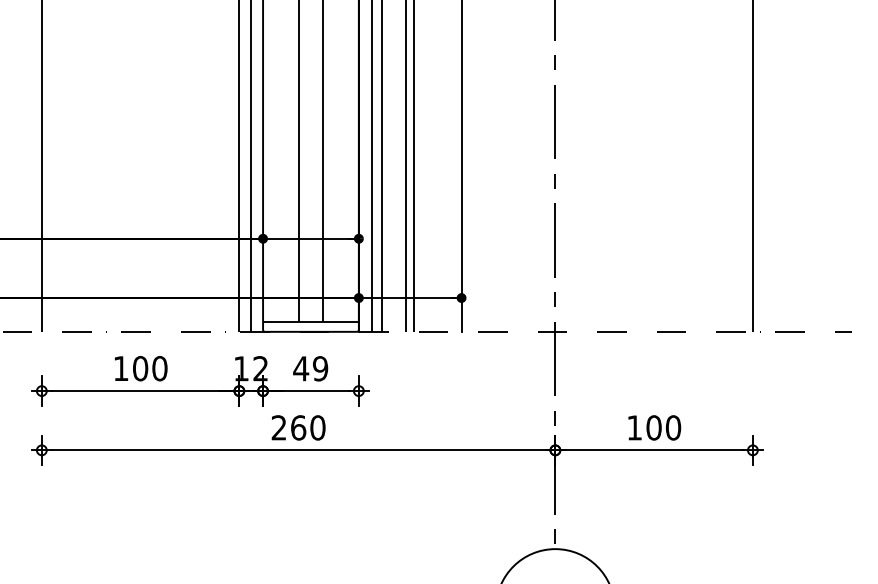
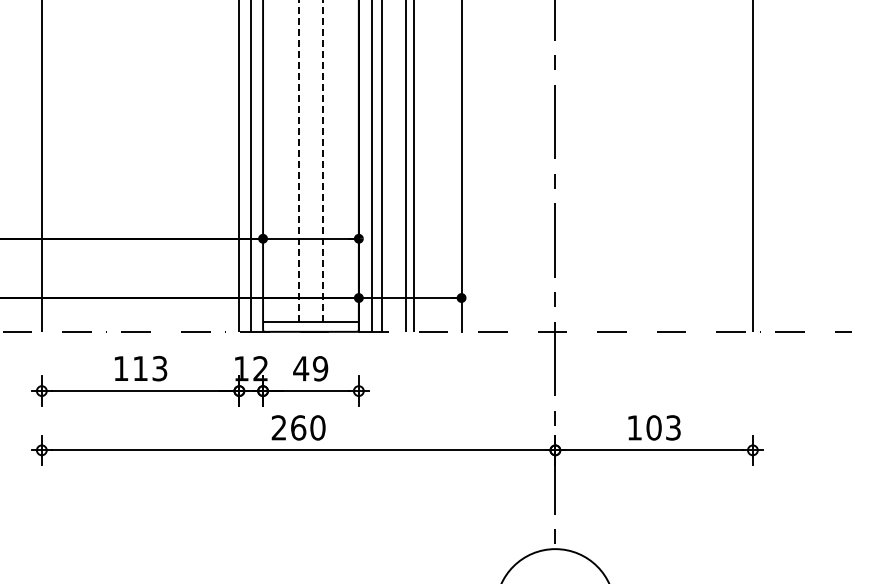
line at (299, 160): solid -> dashed
line at (322, 160): solid -> dashed
text at (150, 368): 100 -> 113
text at (673, 427): 100 -> 103
